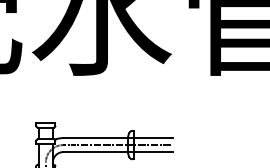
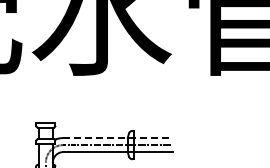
line at (118, 138): solid -> dashed
